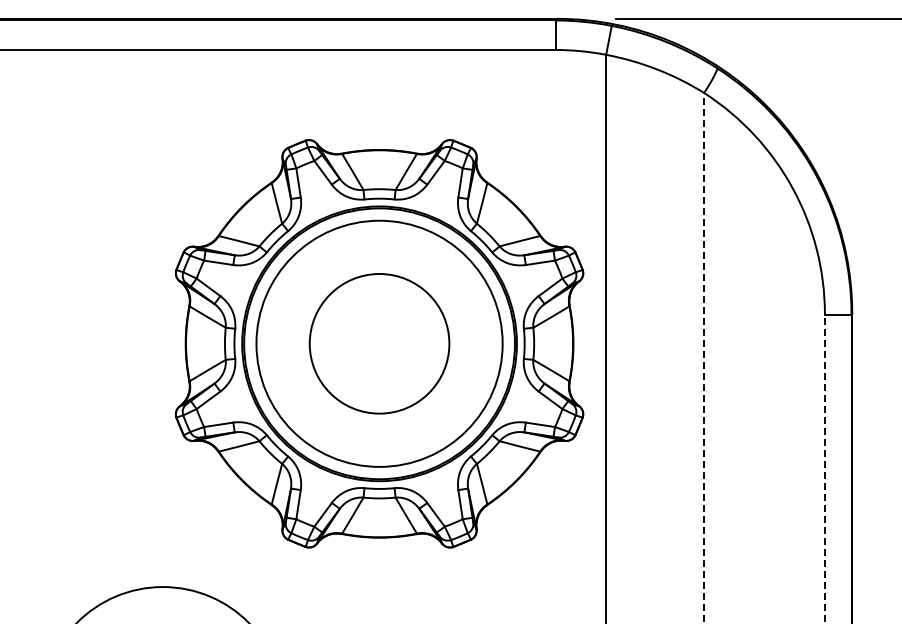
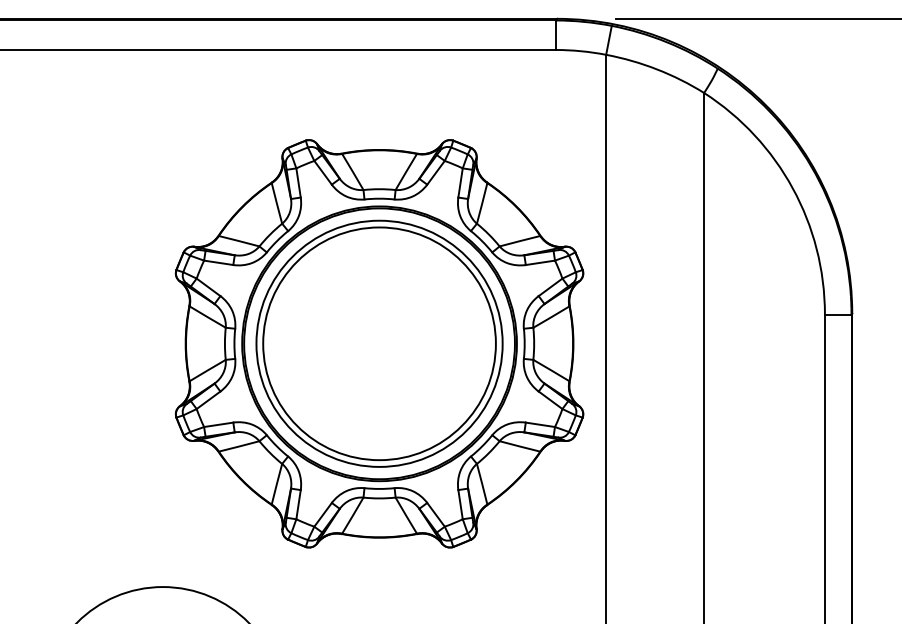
circle at (379, 343) diameter: 140 px -> 233 px
line at (704, 358): dashed -> solid
line at (824, 468): dashed -> solid
